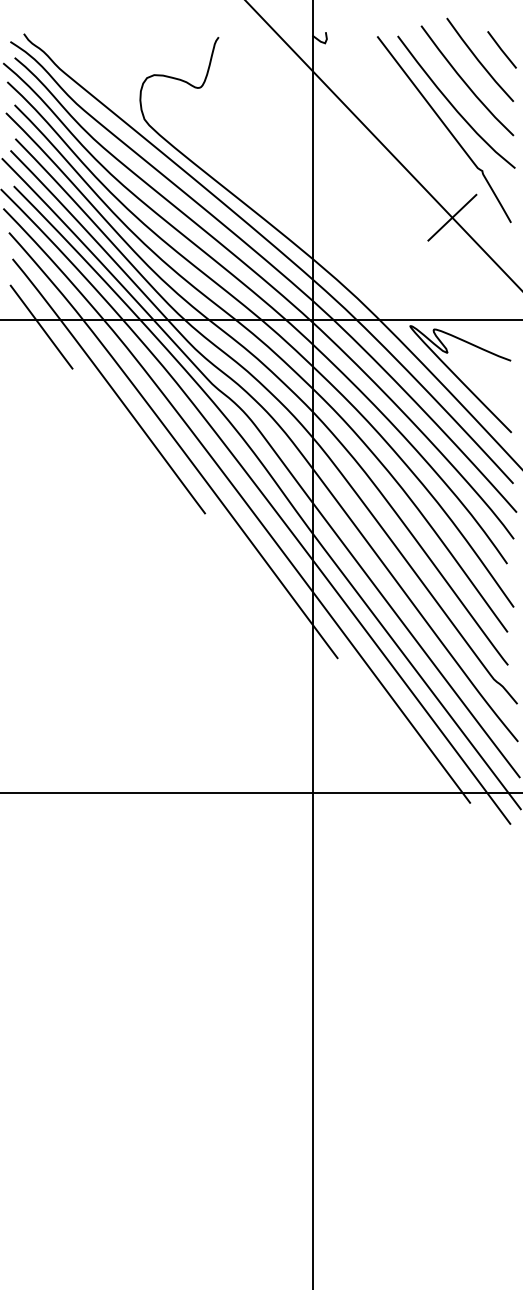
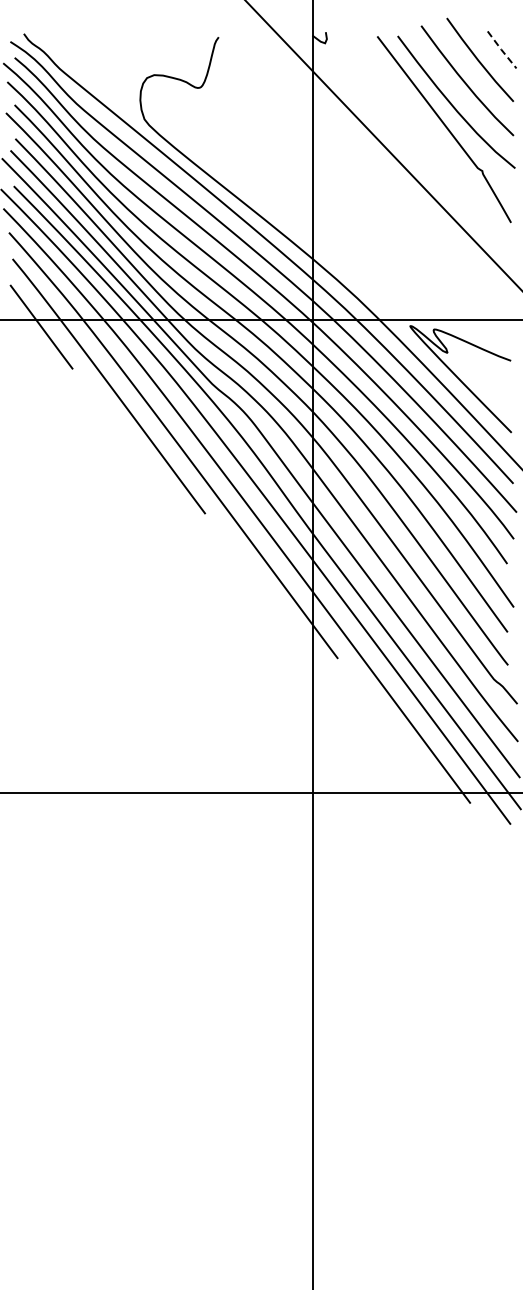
line at (502, 50): solid -> dashed
line at (452, 217): present -> none
